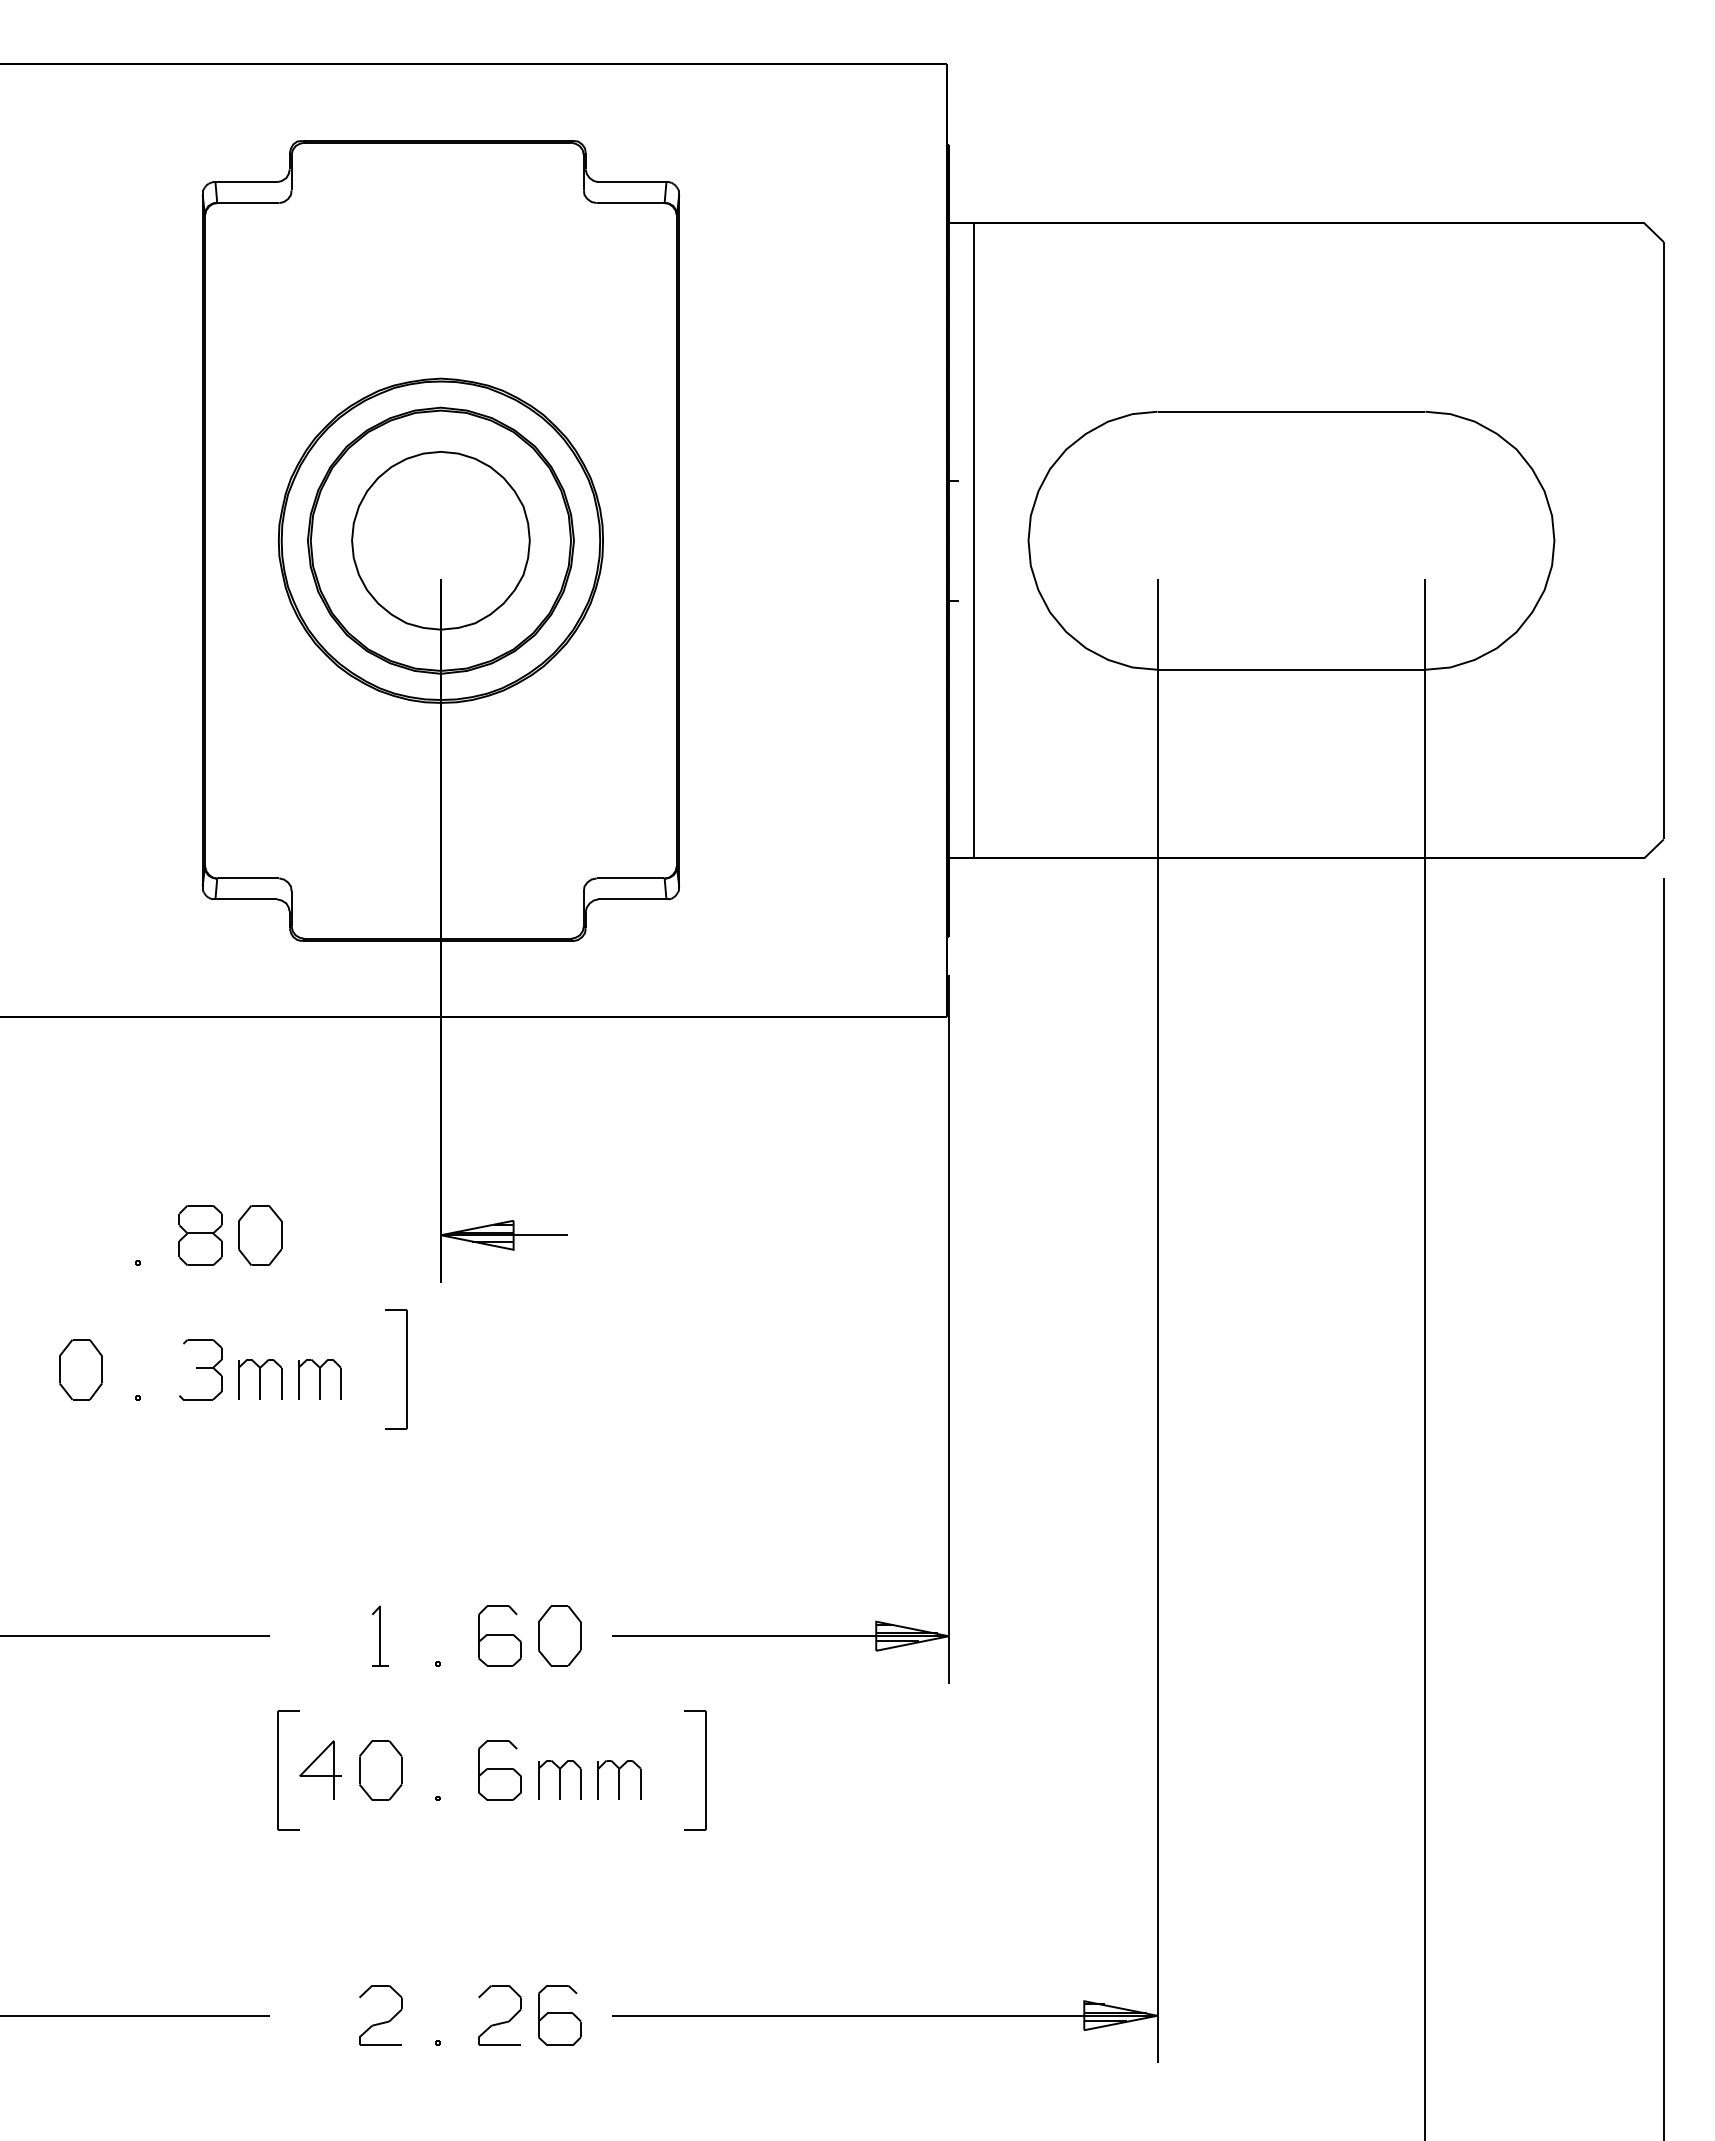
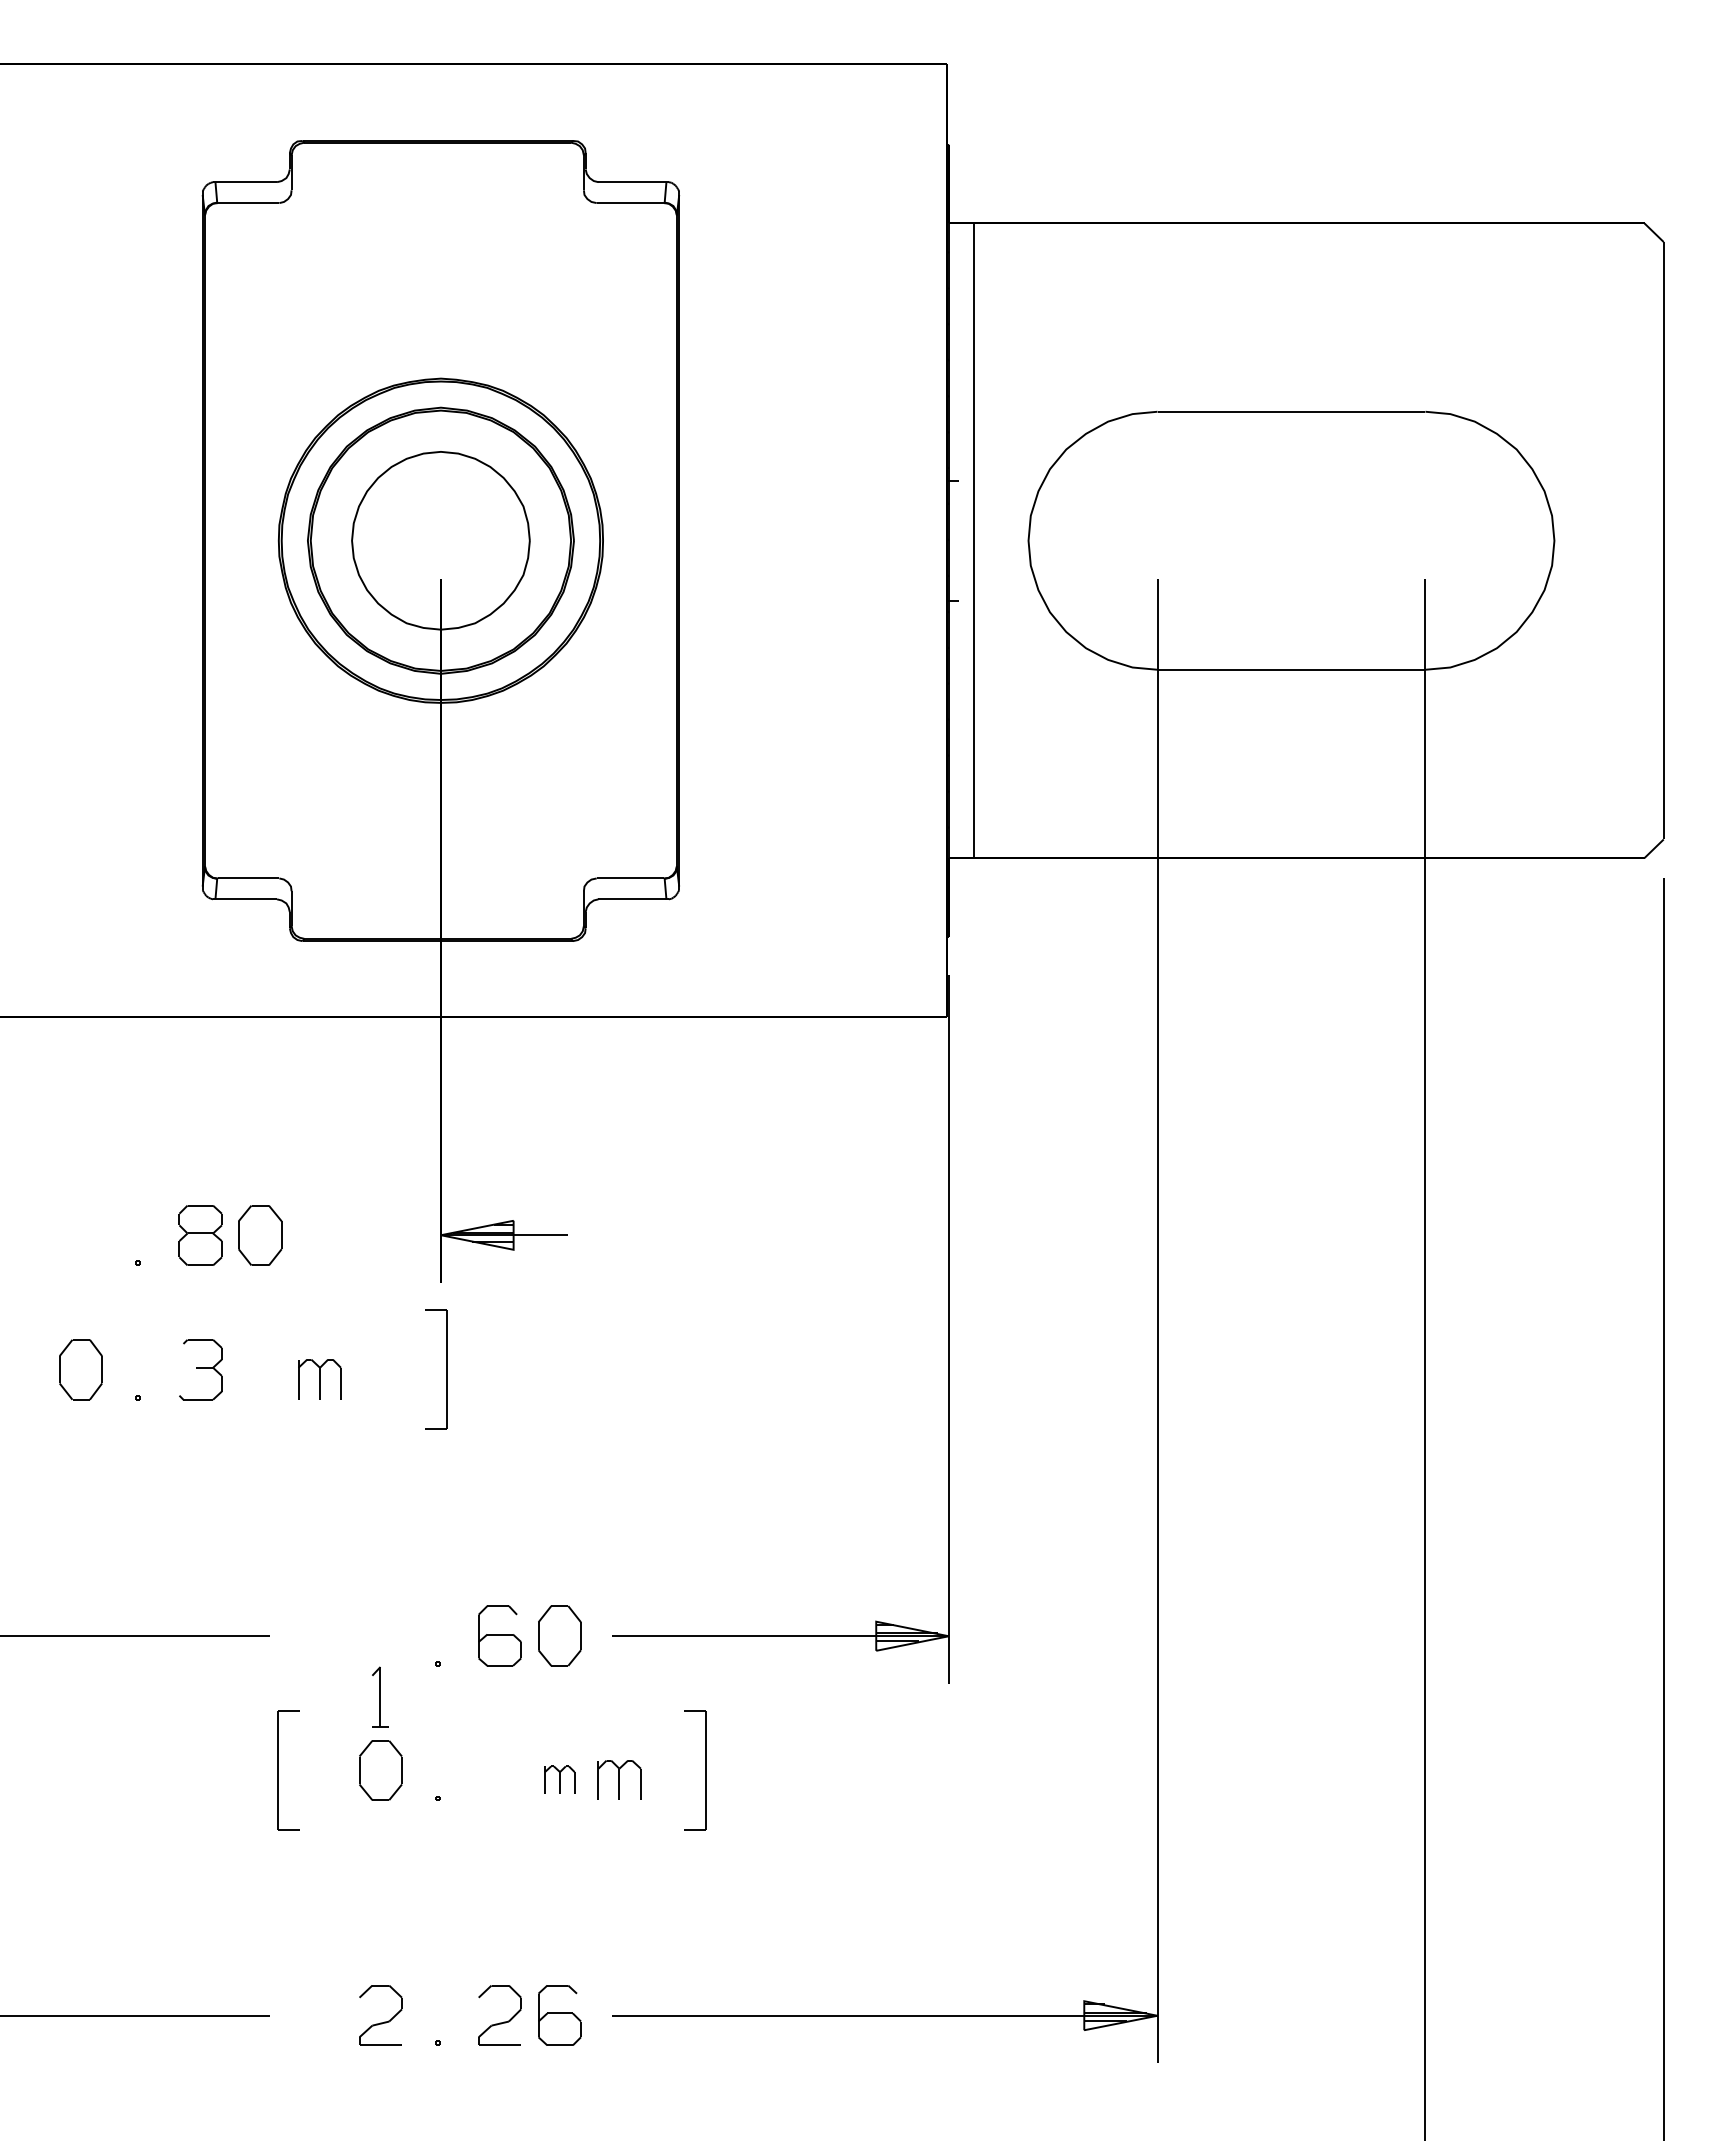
part at (406, 1369) position: (406, 1369) -> (446, 1369)
part at (260, 1379): present -> none
part at (380, 1635) position: (380, 1635) -> (380, 1696)
part at (320, 1769): present -> none
part at (499, 1770): present -> none
part at (559, 1779) size: 44x40 px -> 32x29 px
